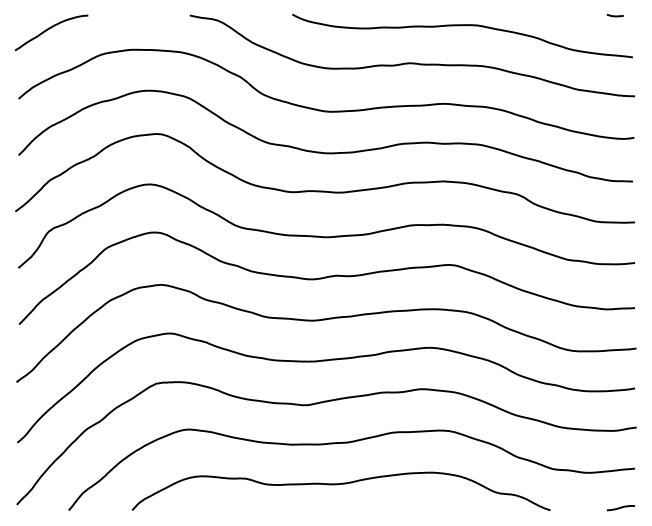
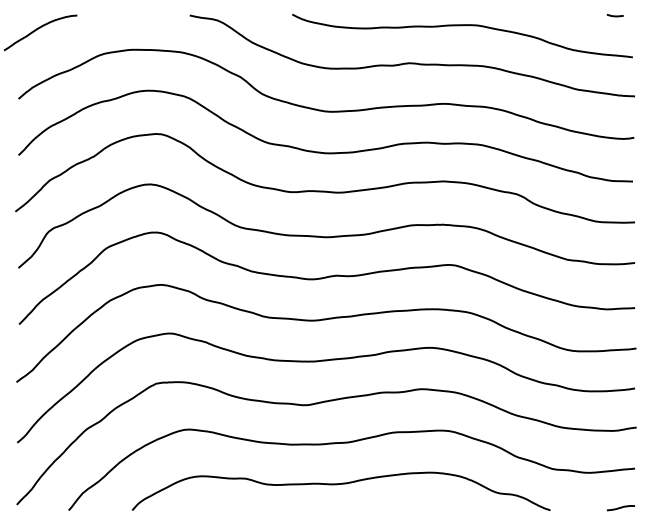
curve at (49, 29) position: (49, 29) -> (38, 29)
